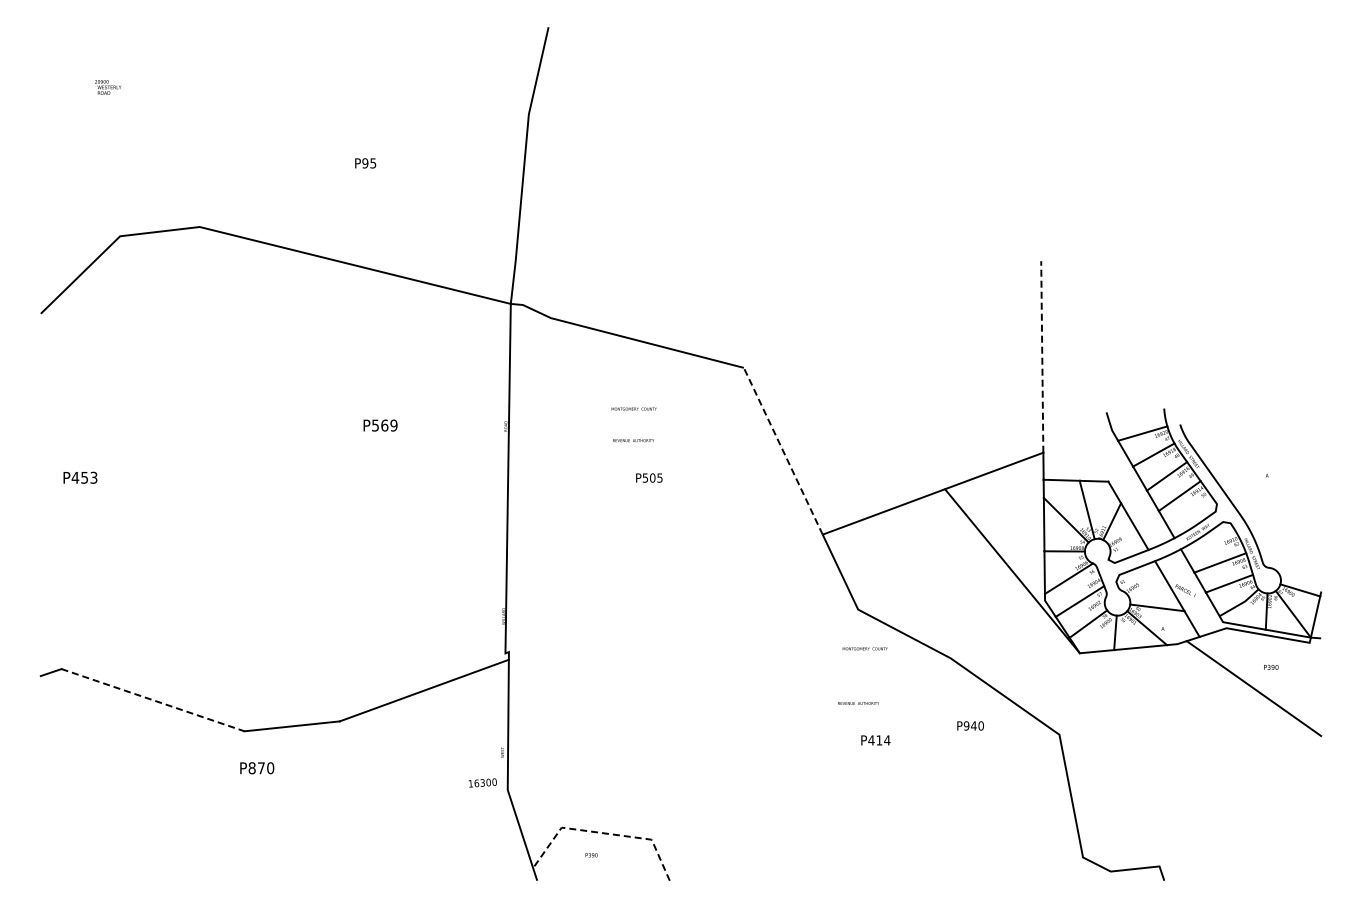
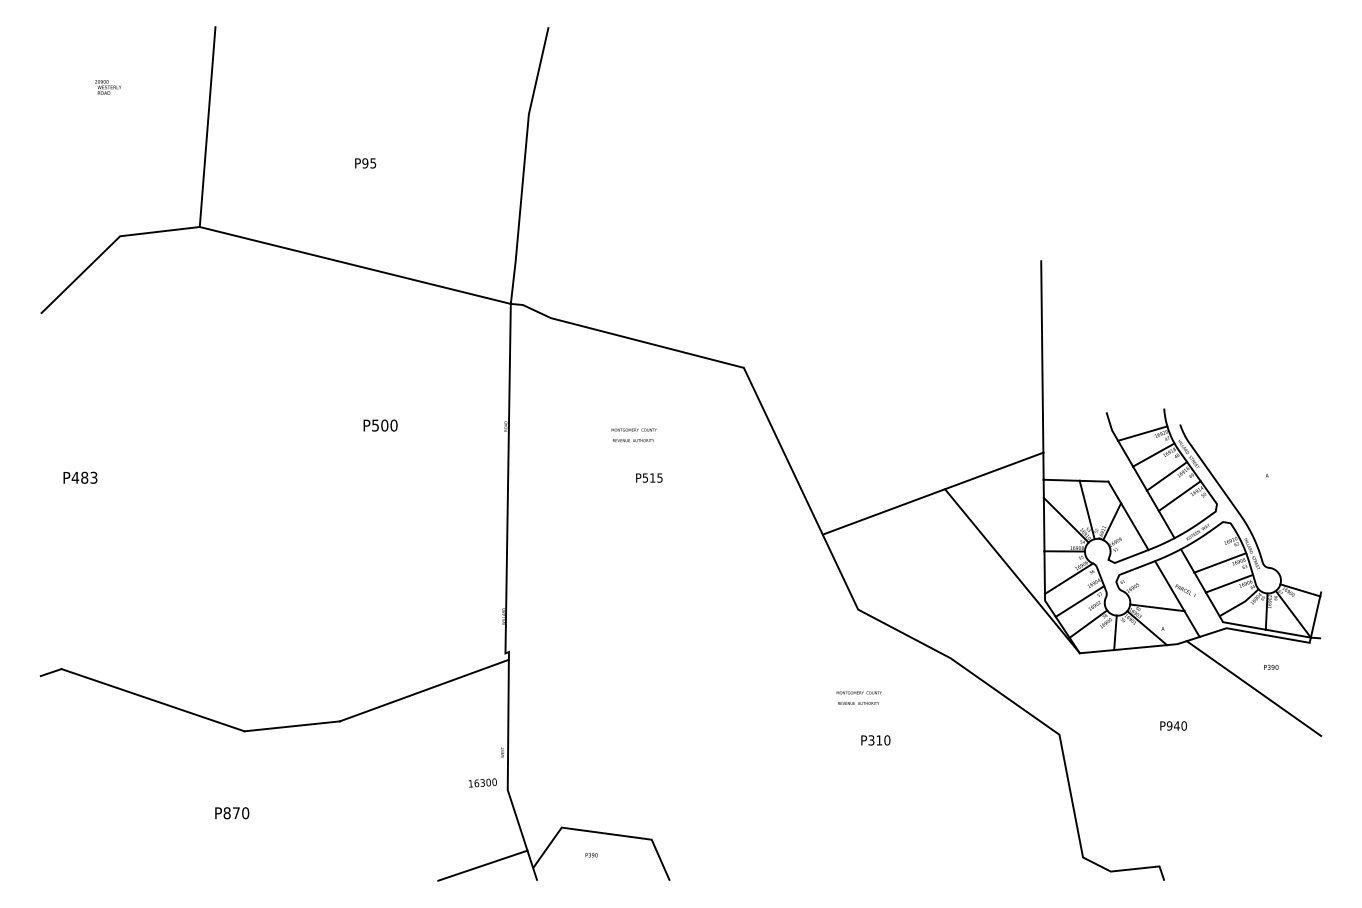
line at (207, 127): none -> present
line at (1042, 356): dashed -> solid
text at (633, 408) position: (633, 408) -> (633, 429)
text at (389, 425): P569 -> P500
line at (783, 450): dashed -> solid
text at (84, 477): P453 -> P483
text at (652, 477): P505 -> P515
text at (864, 648) position: (864, 648) -> (858, 692)
line at (153, 700): dashed -> solid
text at (970, 725) position: (970, 725) -> (1173, 725)
text at (879, 740): P414 -> P310
text at (257, 768) position: (257, 768) -> (232, 813)
line at (604, 833): dashed -> solid
line at (482, 865): none -> present
